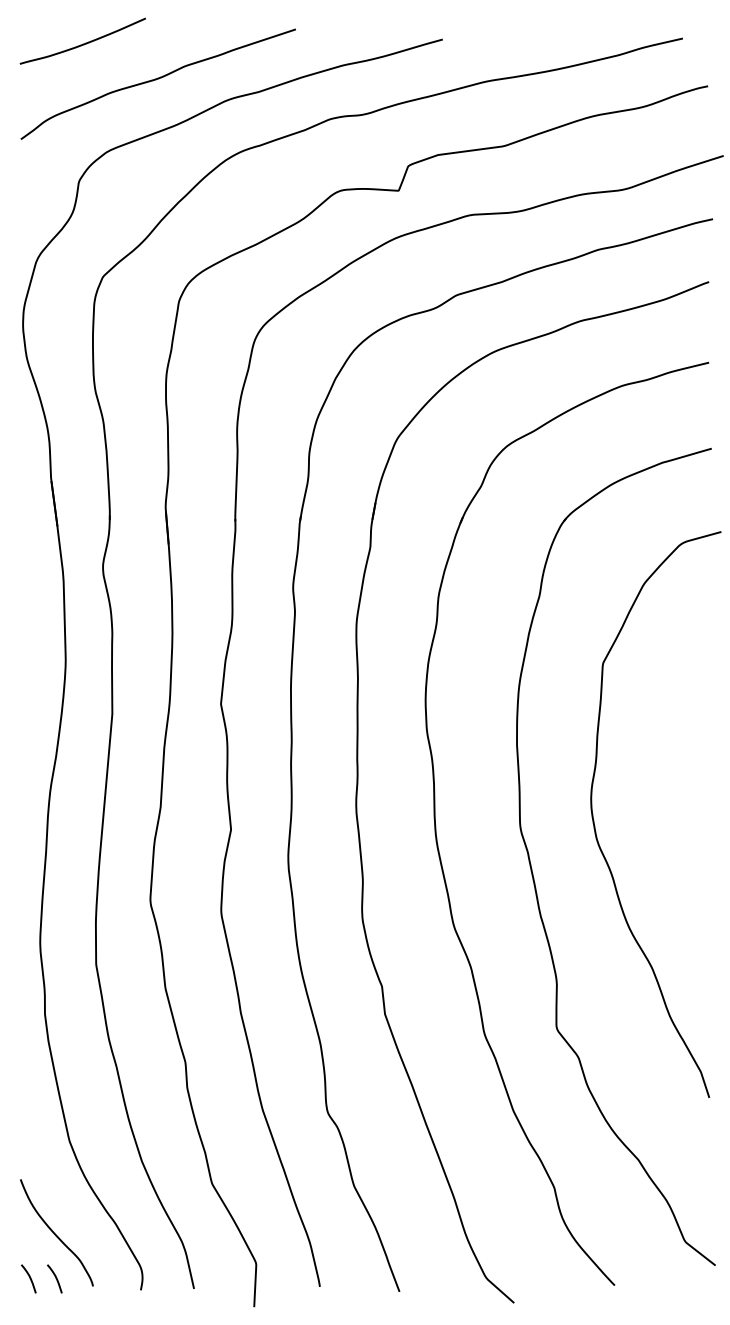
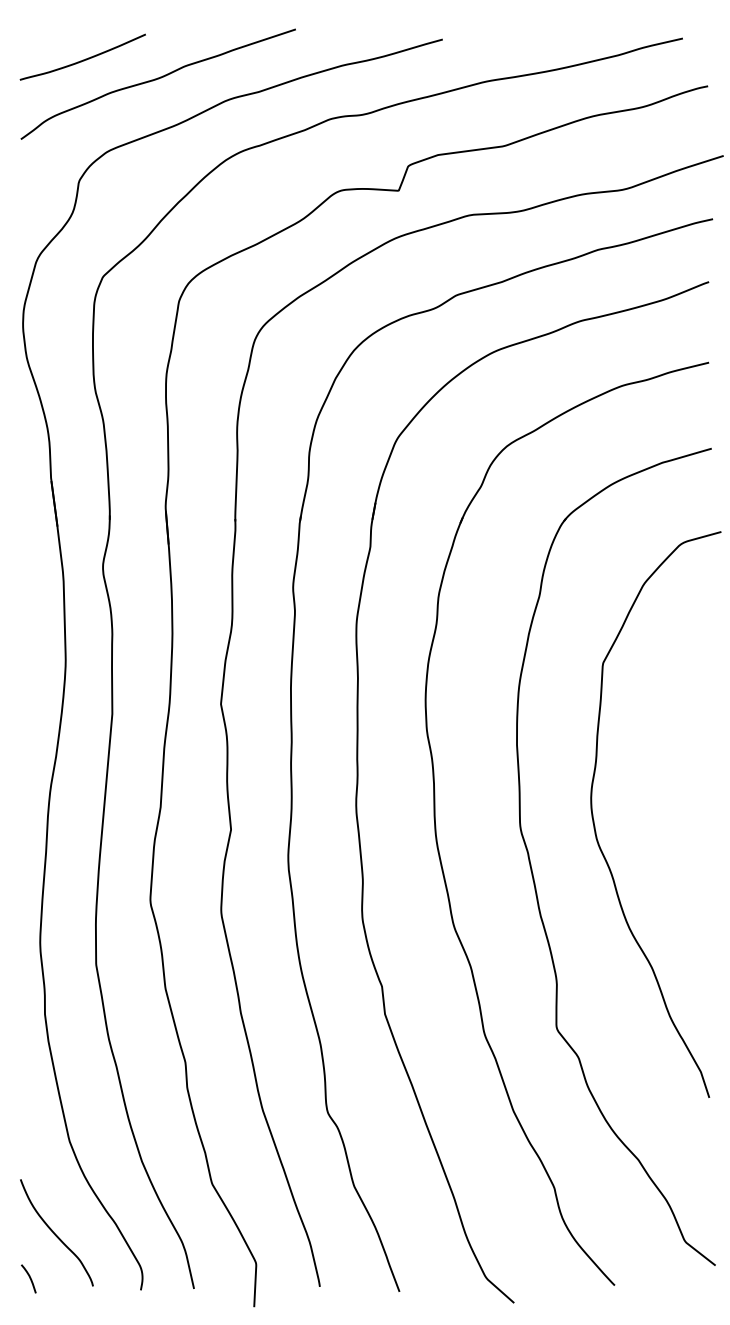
curve at (83, 43) position: (83, 43) -> (83, 59)
curve at (55, 1278): present -> none
